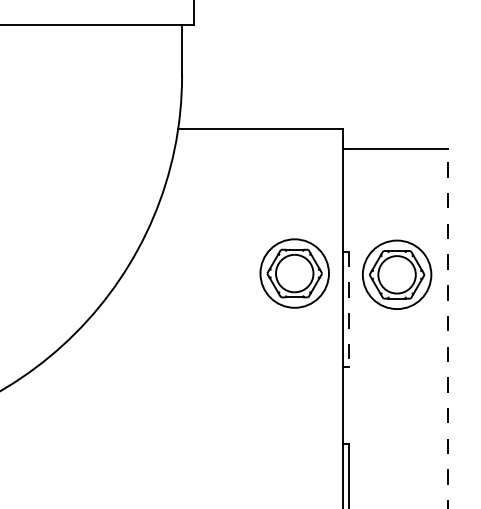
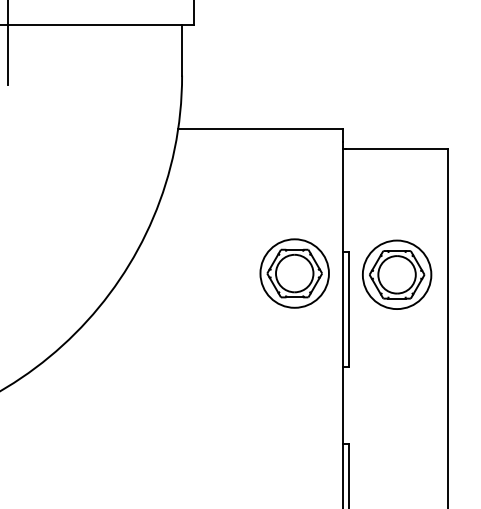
line at (7, 43): none -> present
line at (349, 309): dashed -> solid
line at (448, 329): dashed -> solid
